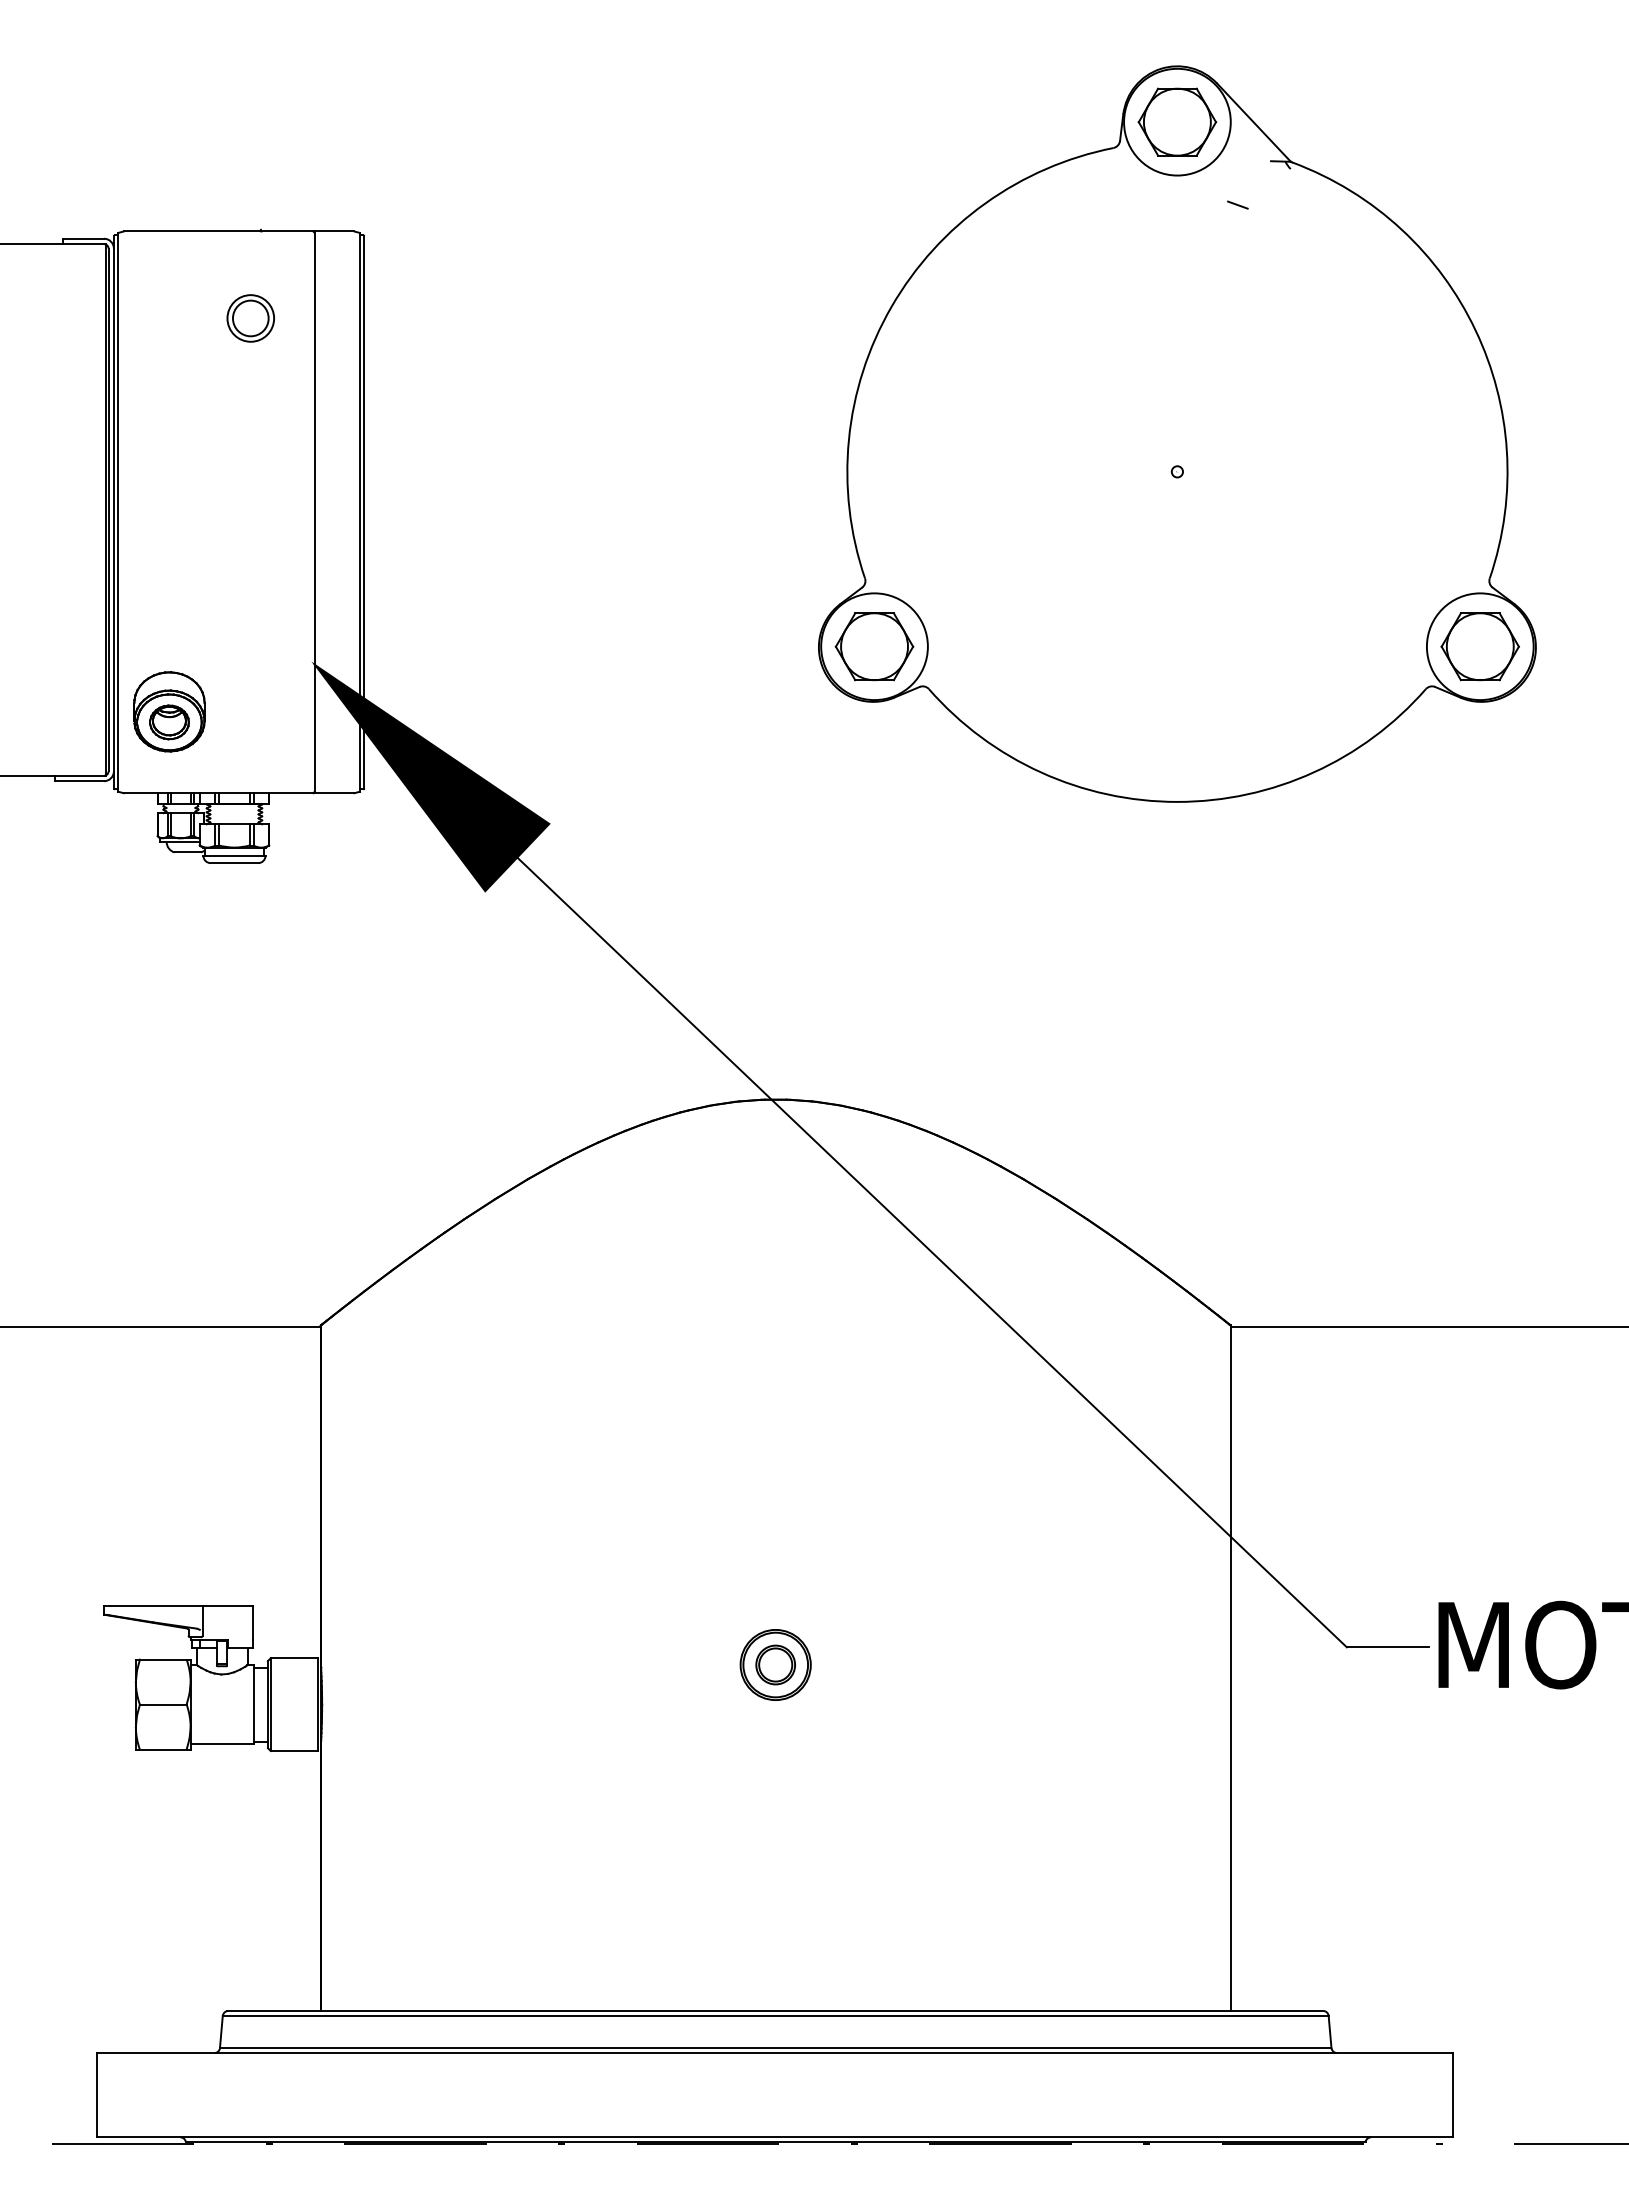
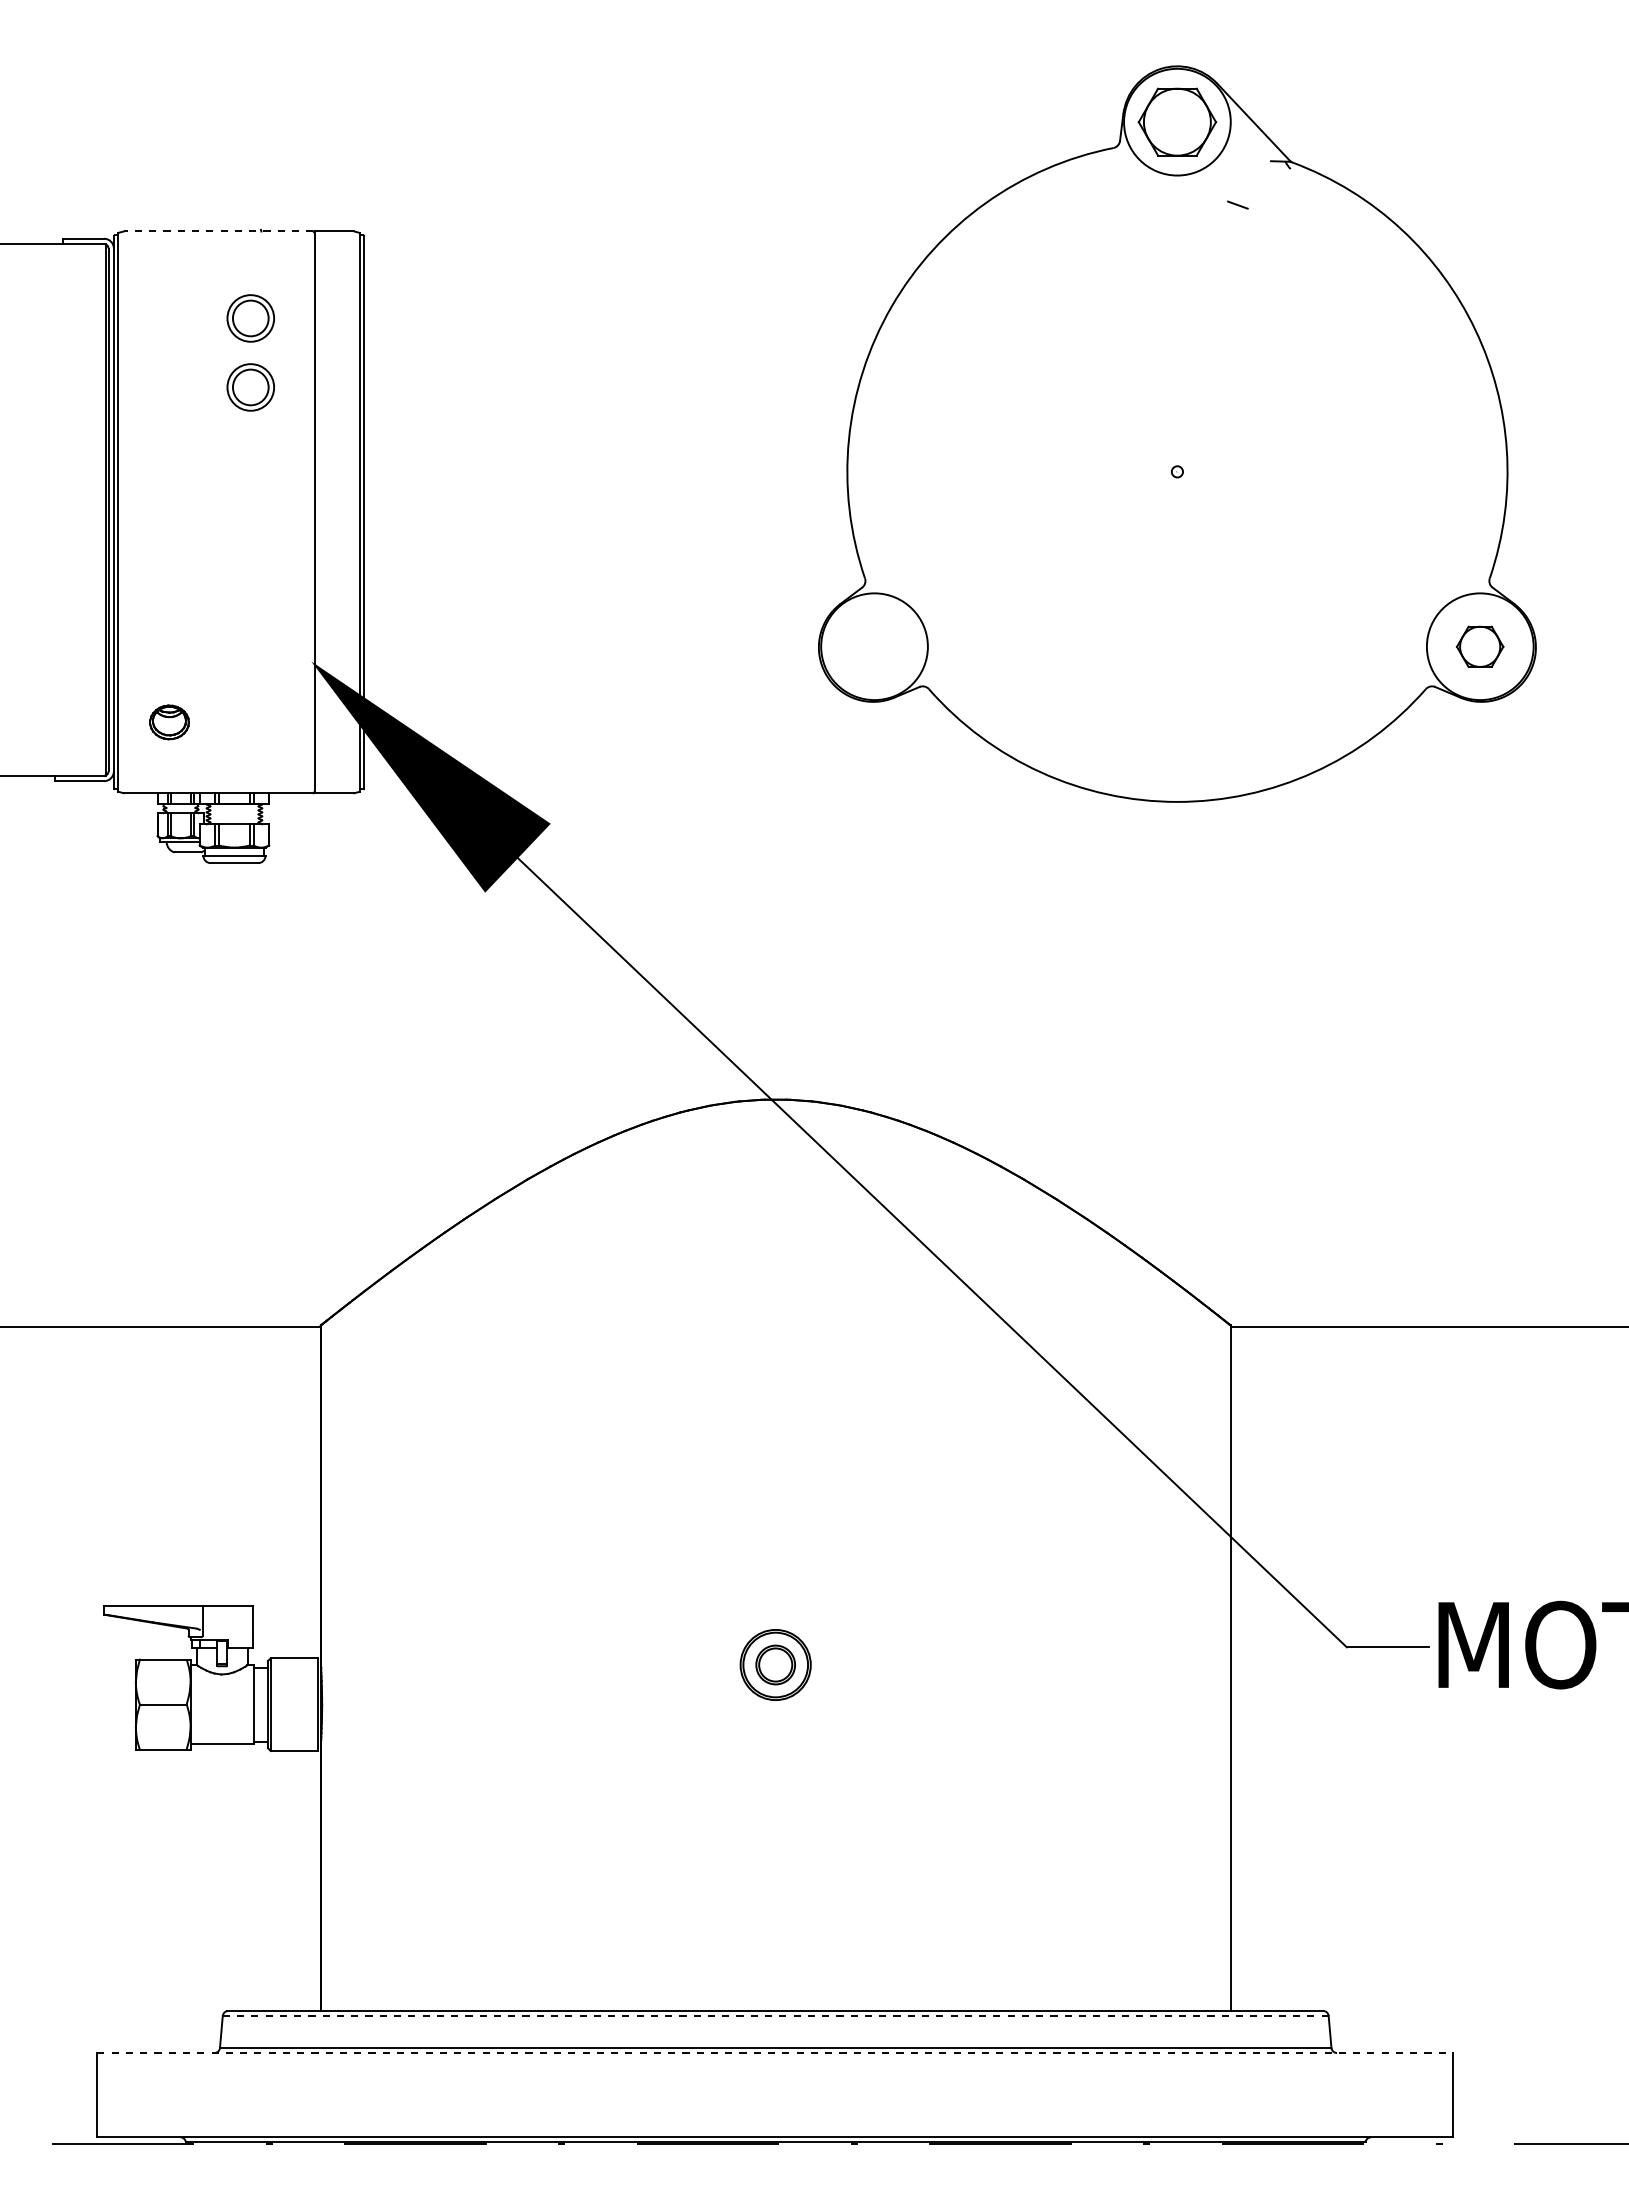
line at (218, 231): solid -> dashed
part at (250, 387): none -> present
part at (874, 646): present -> none
part at (1479, 646) size: 80x70 px -> 50x43 px
part at (169, 711): present -> none
line at (775, 2016): solid -> dashed
line at (775, 2053): solid -> dashed
